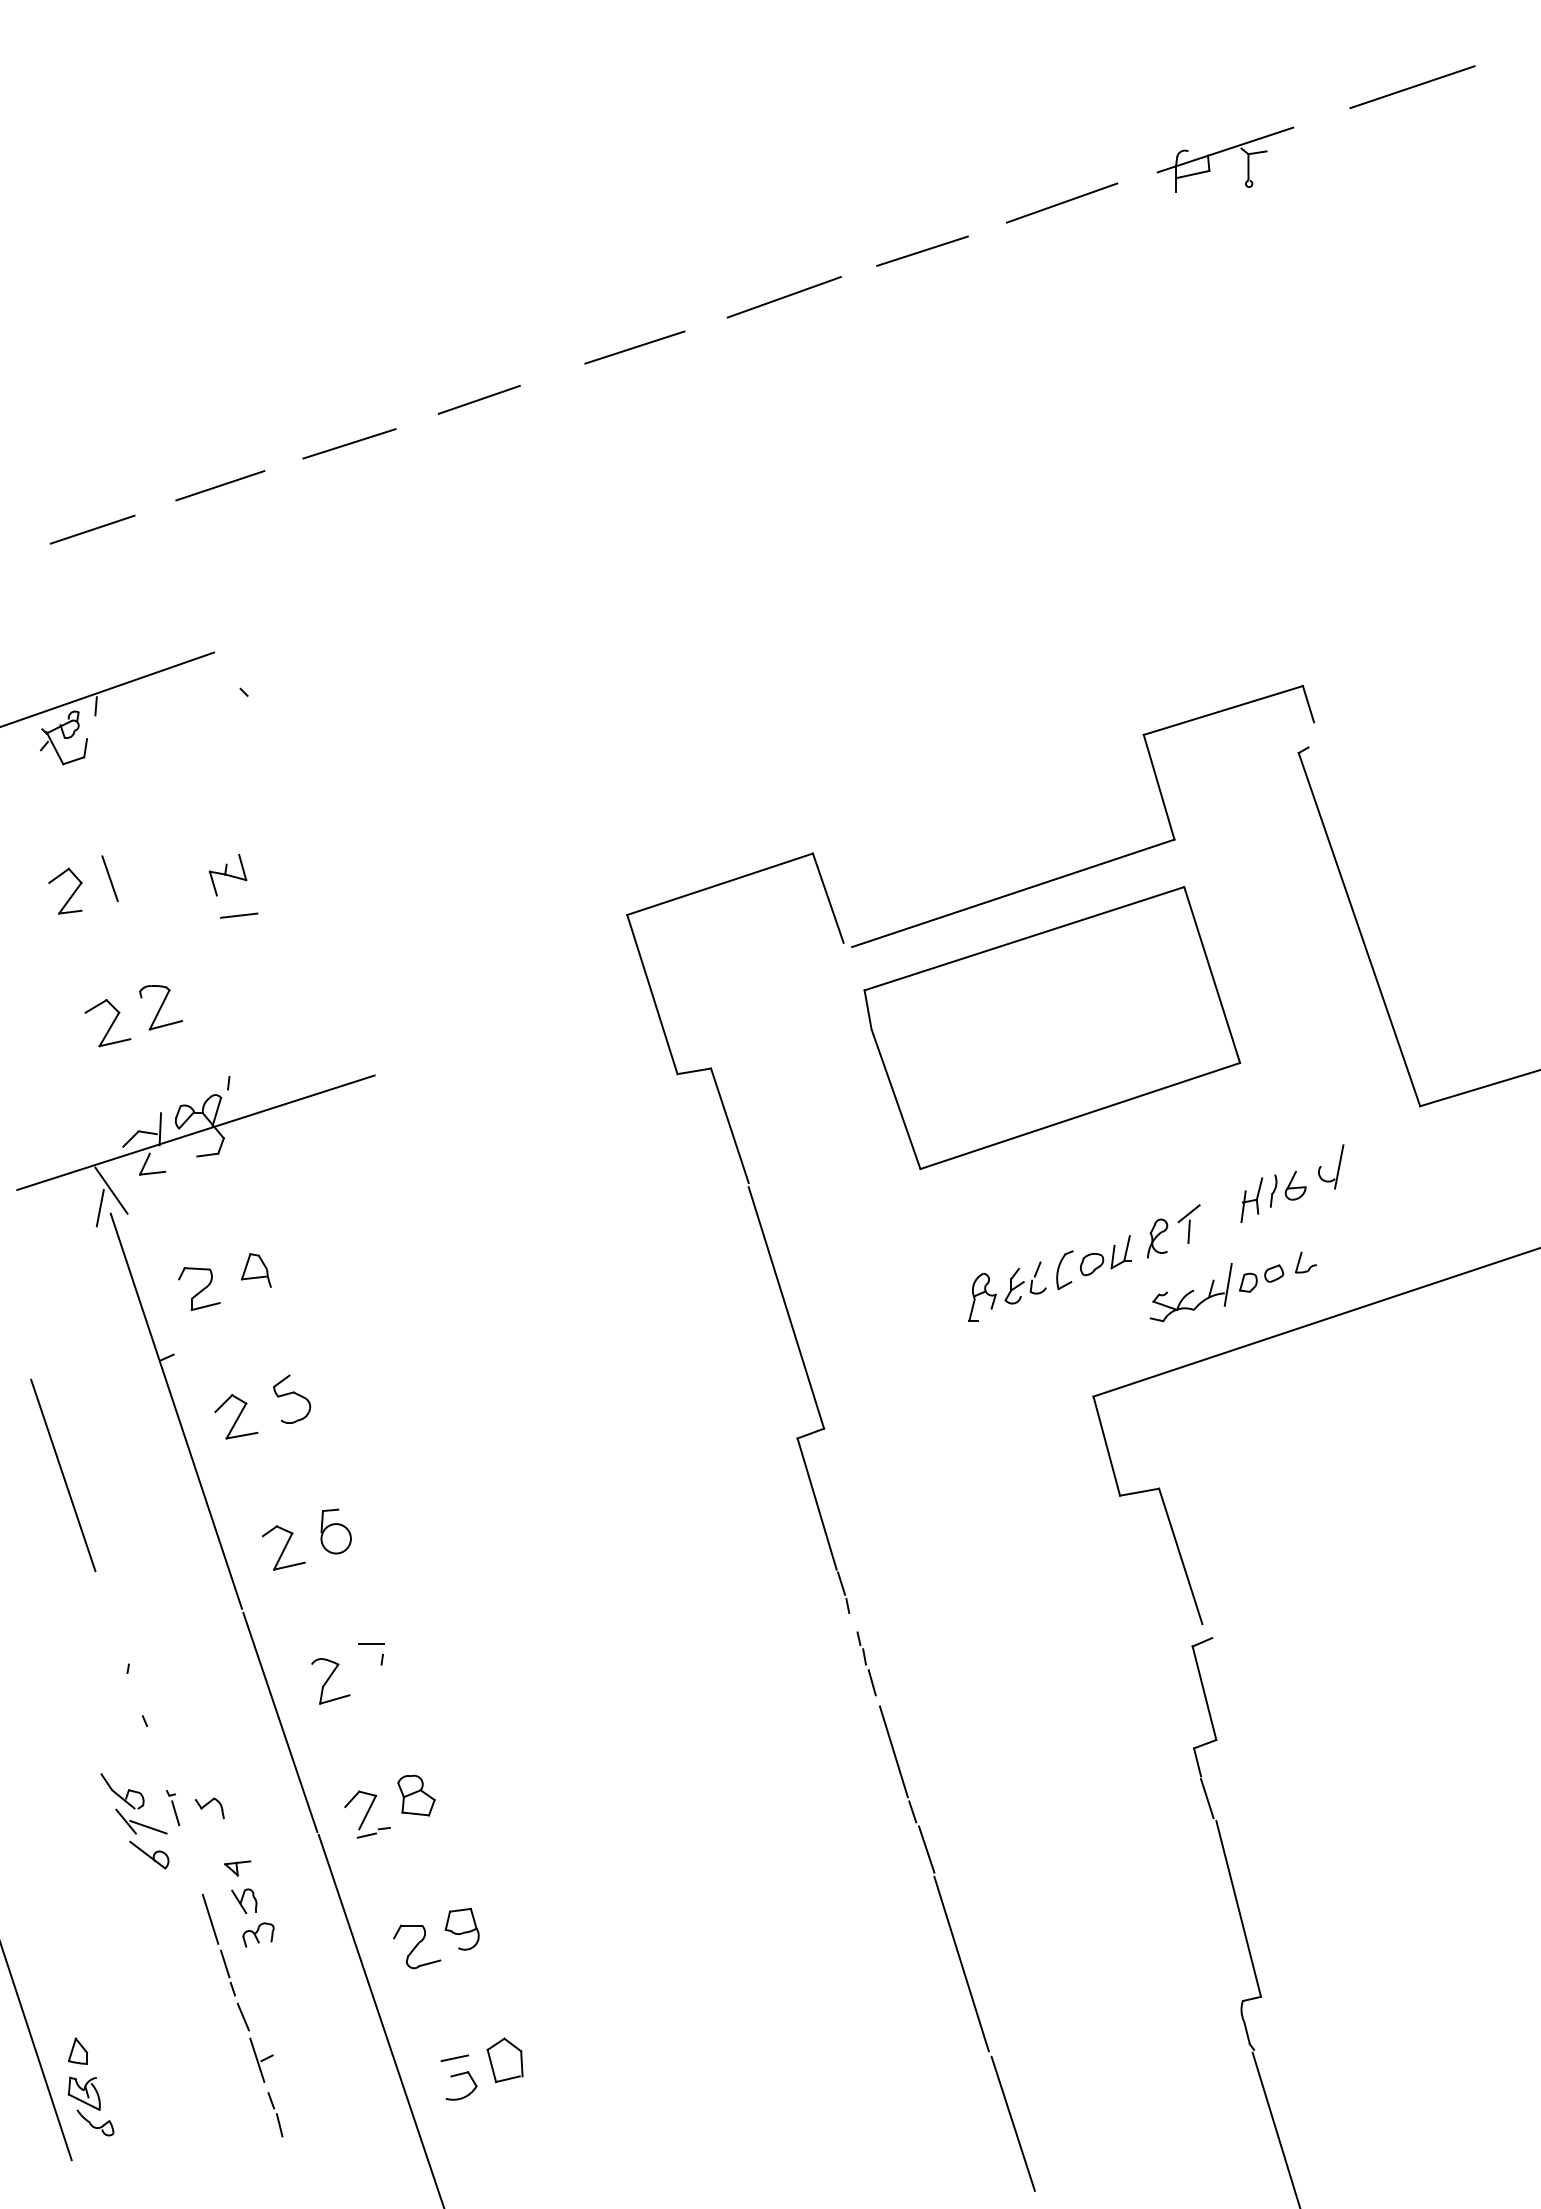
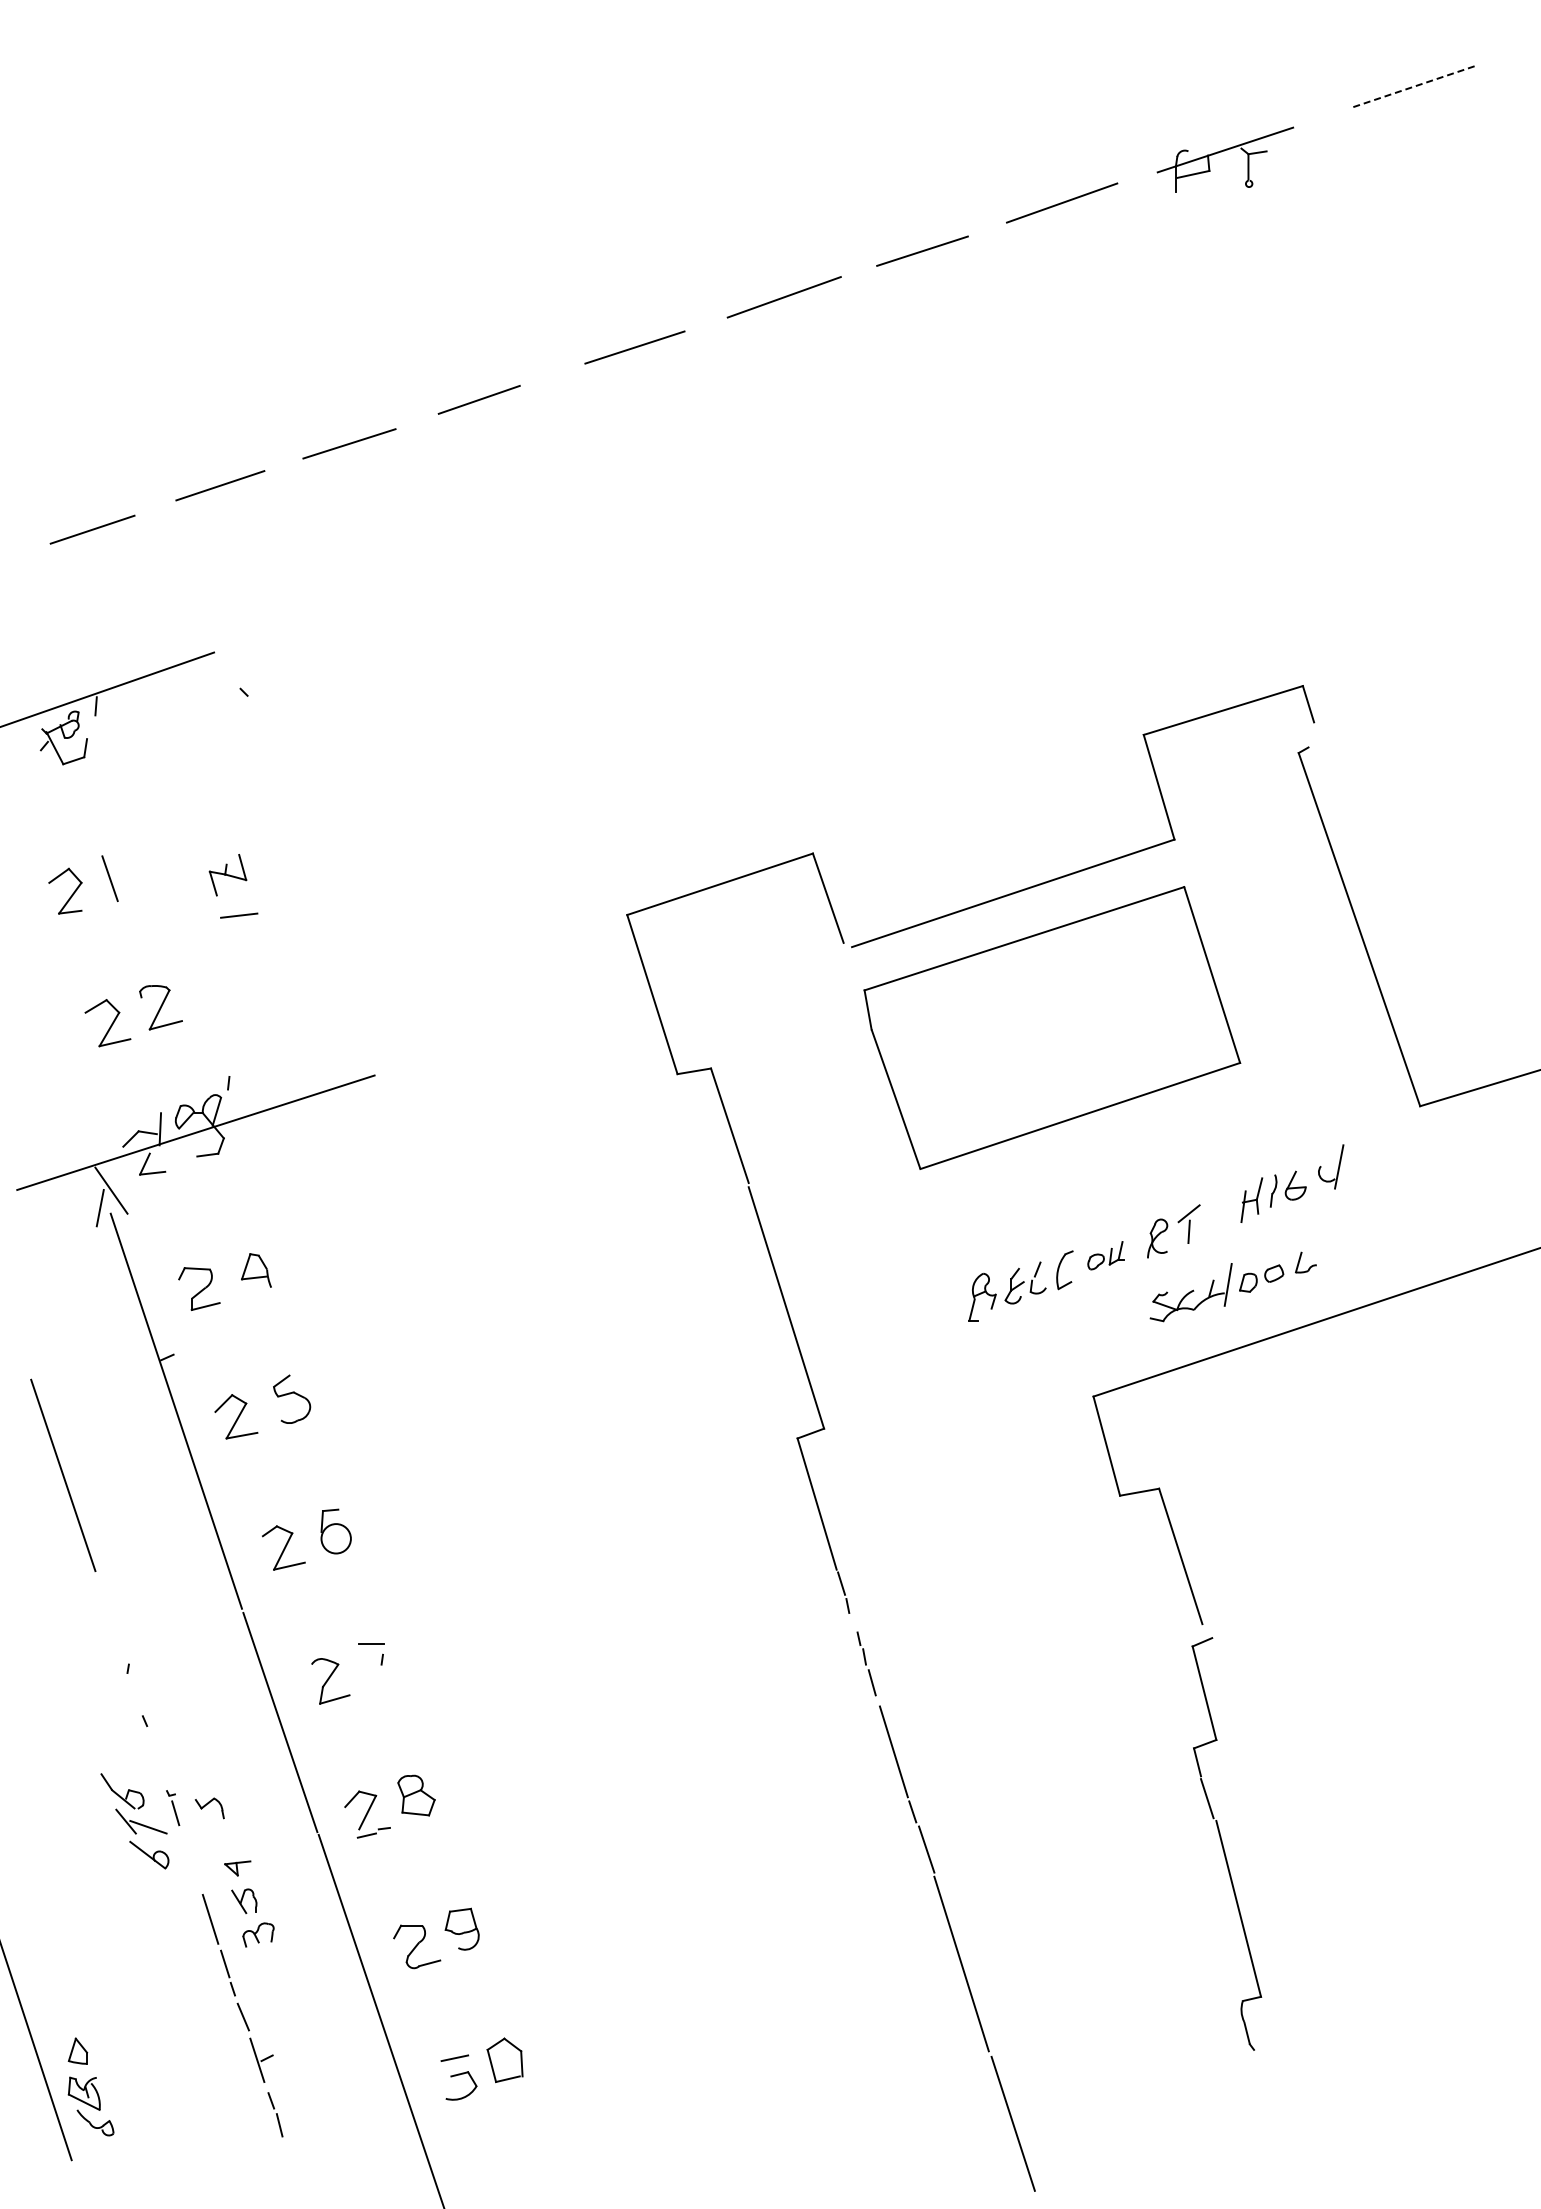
line at (1412, 87): solid -> dashed
part at (1105, 1255) size: 53x42 px -> 38x30 px
line at (1275, 2128): present -> none
